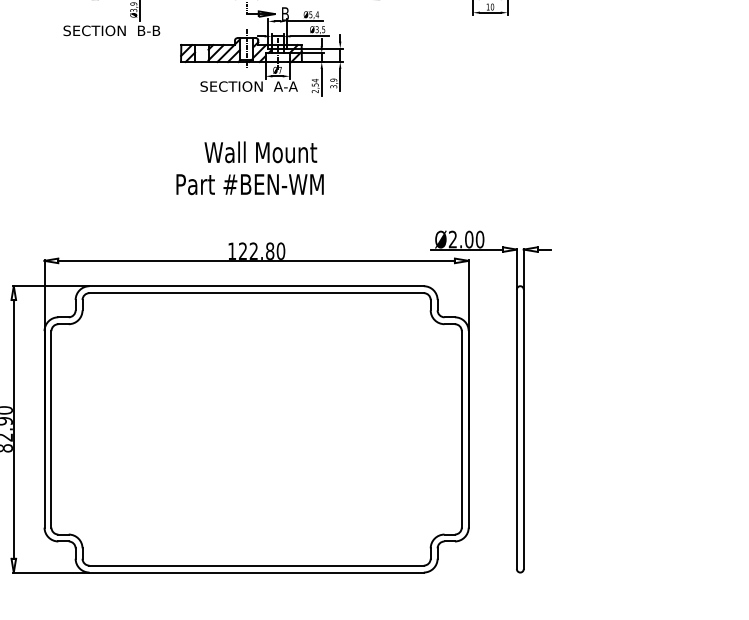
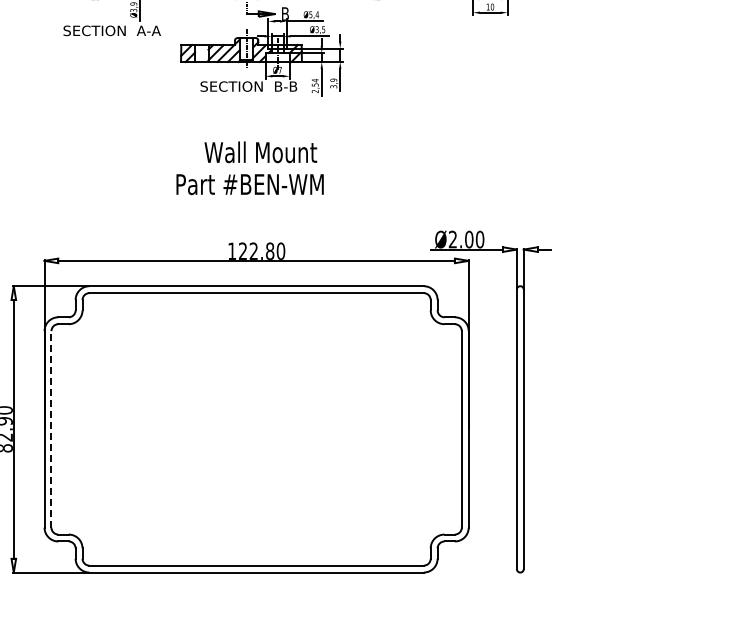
text at (148, 30): B-B -> A-A
text at (285, 86): A-A -> B-B
line at (51, 428): solid -> dashed
